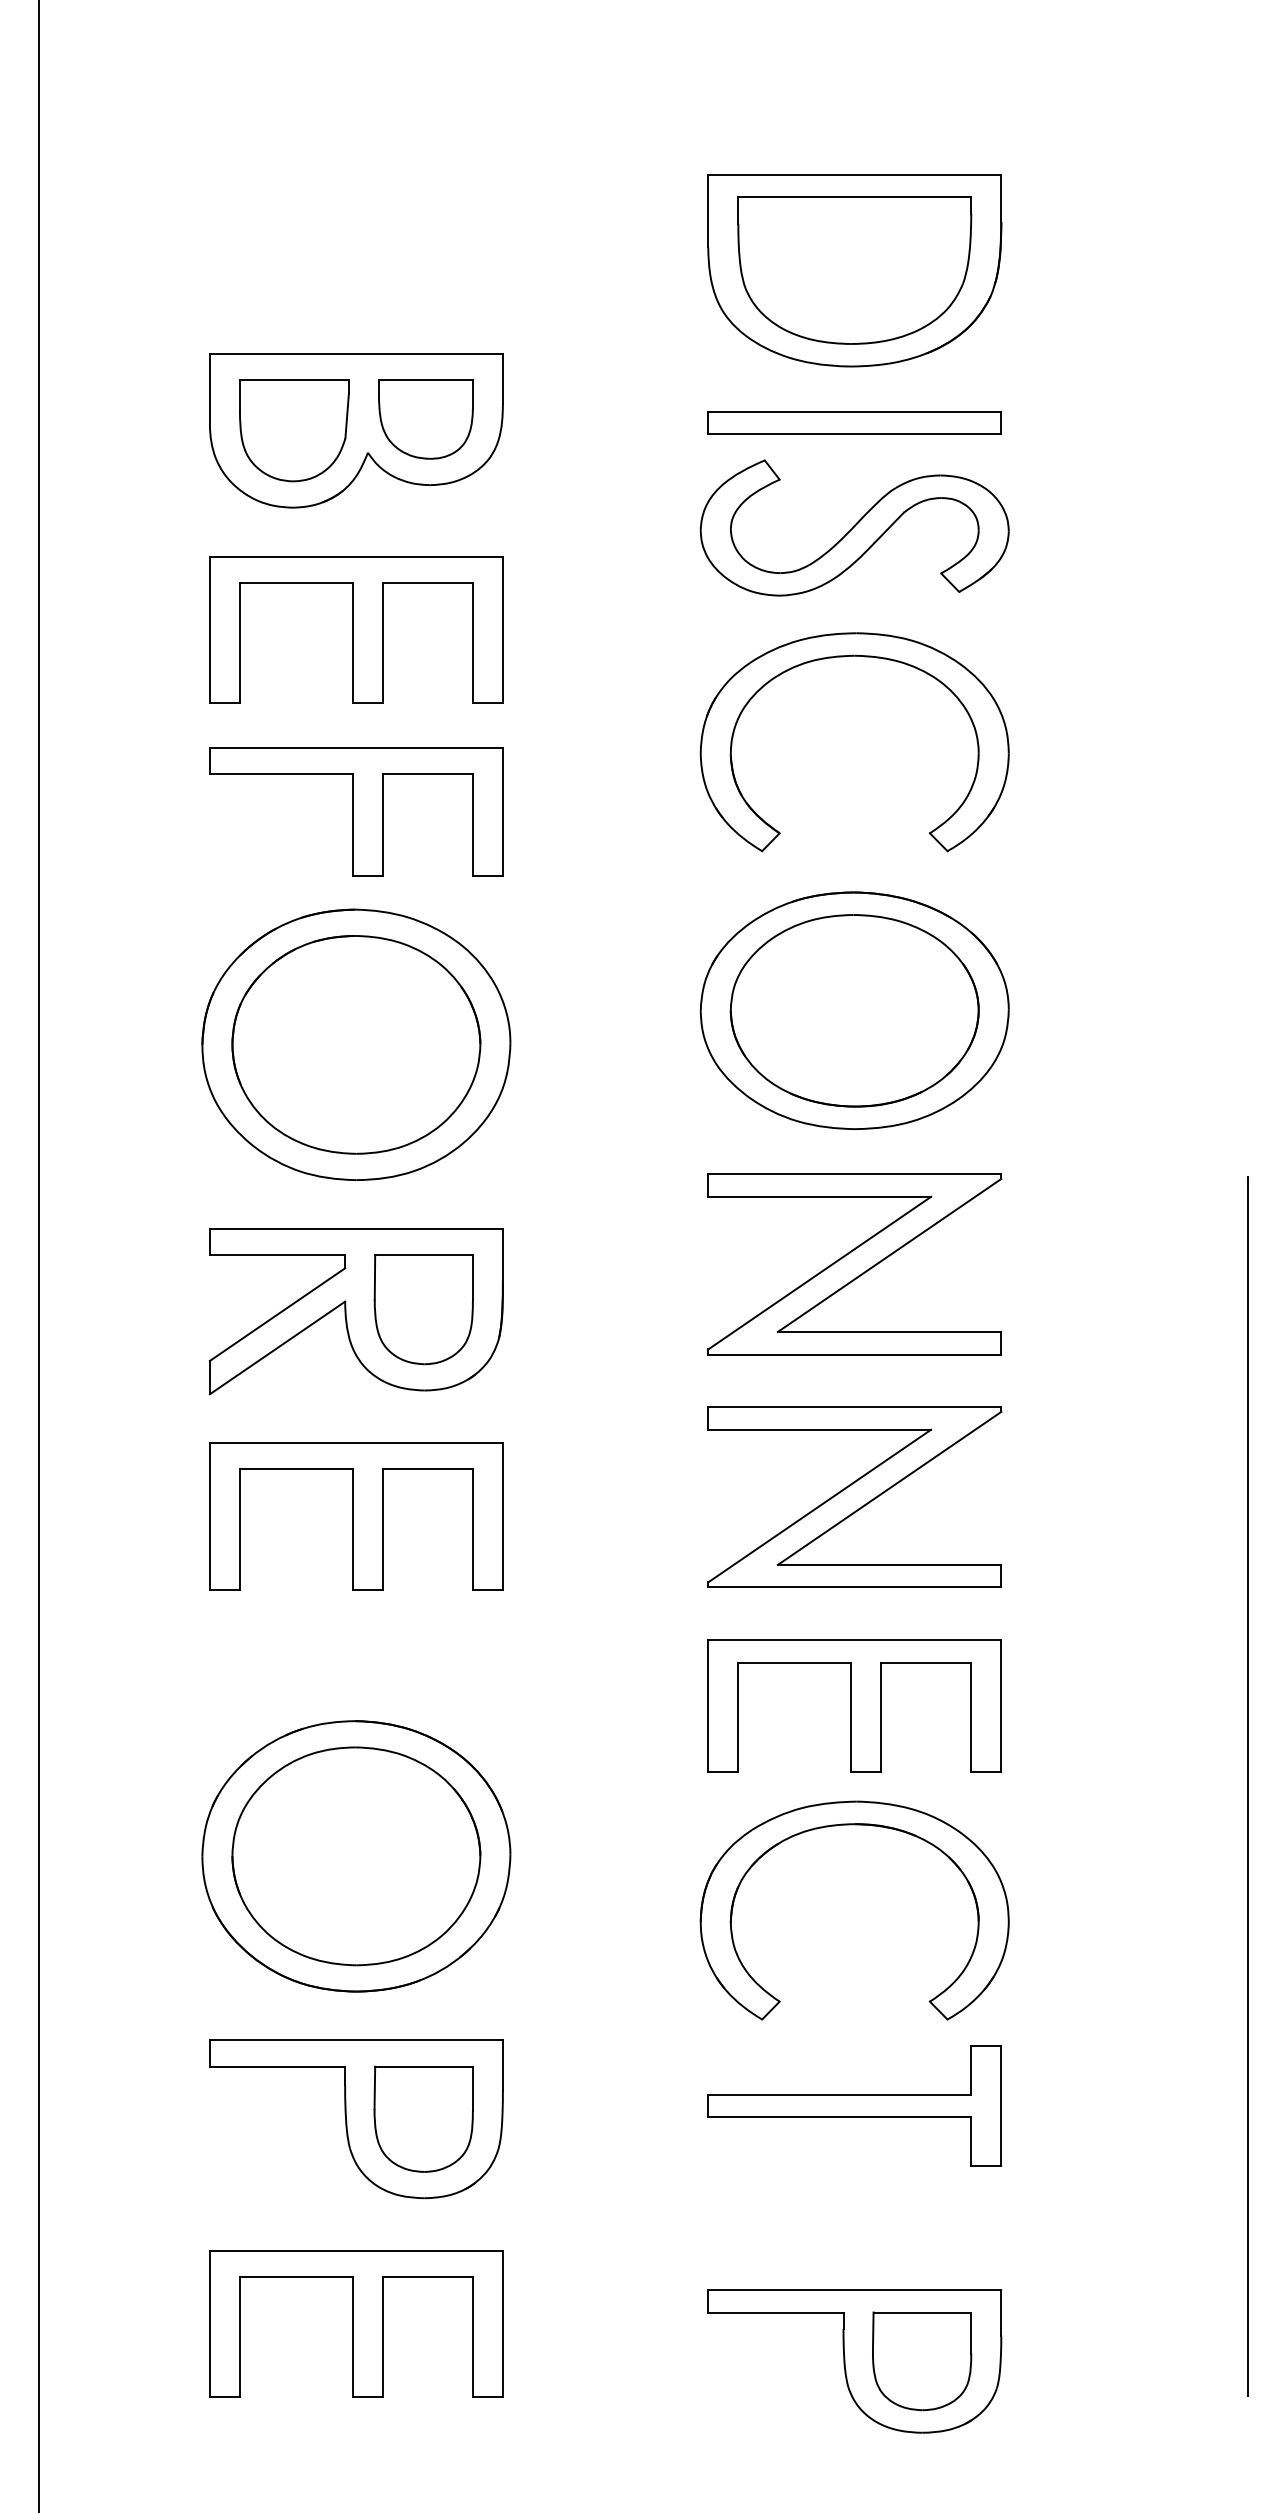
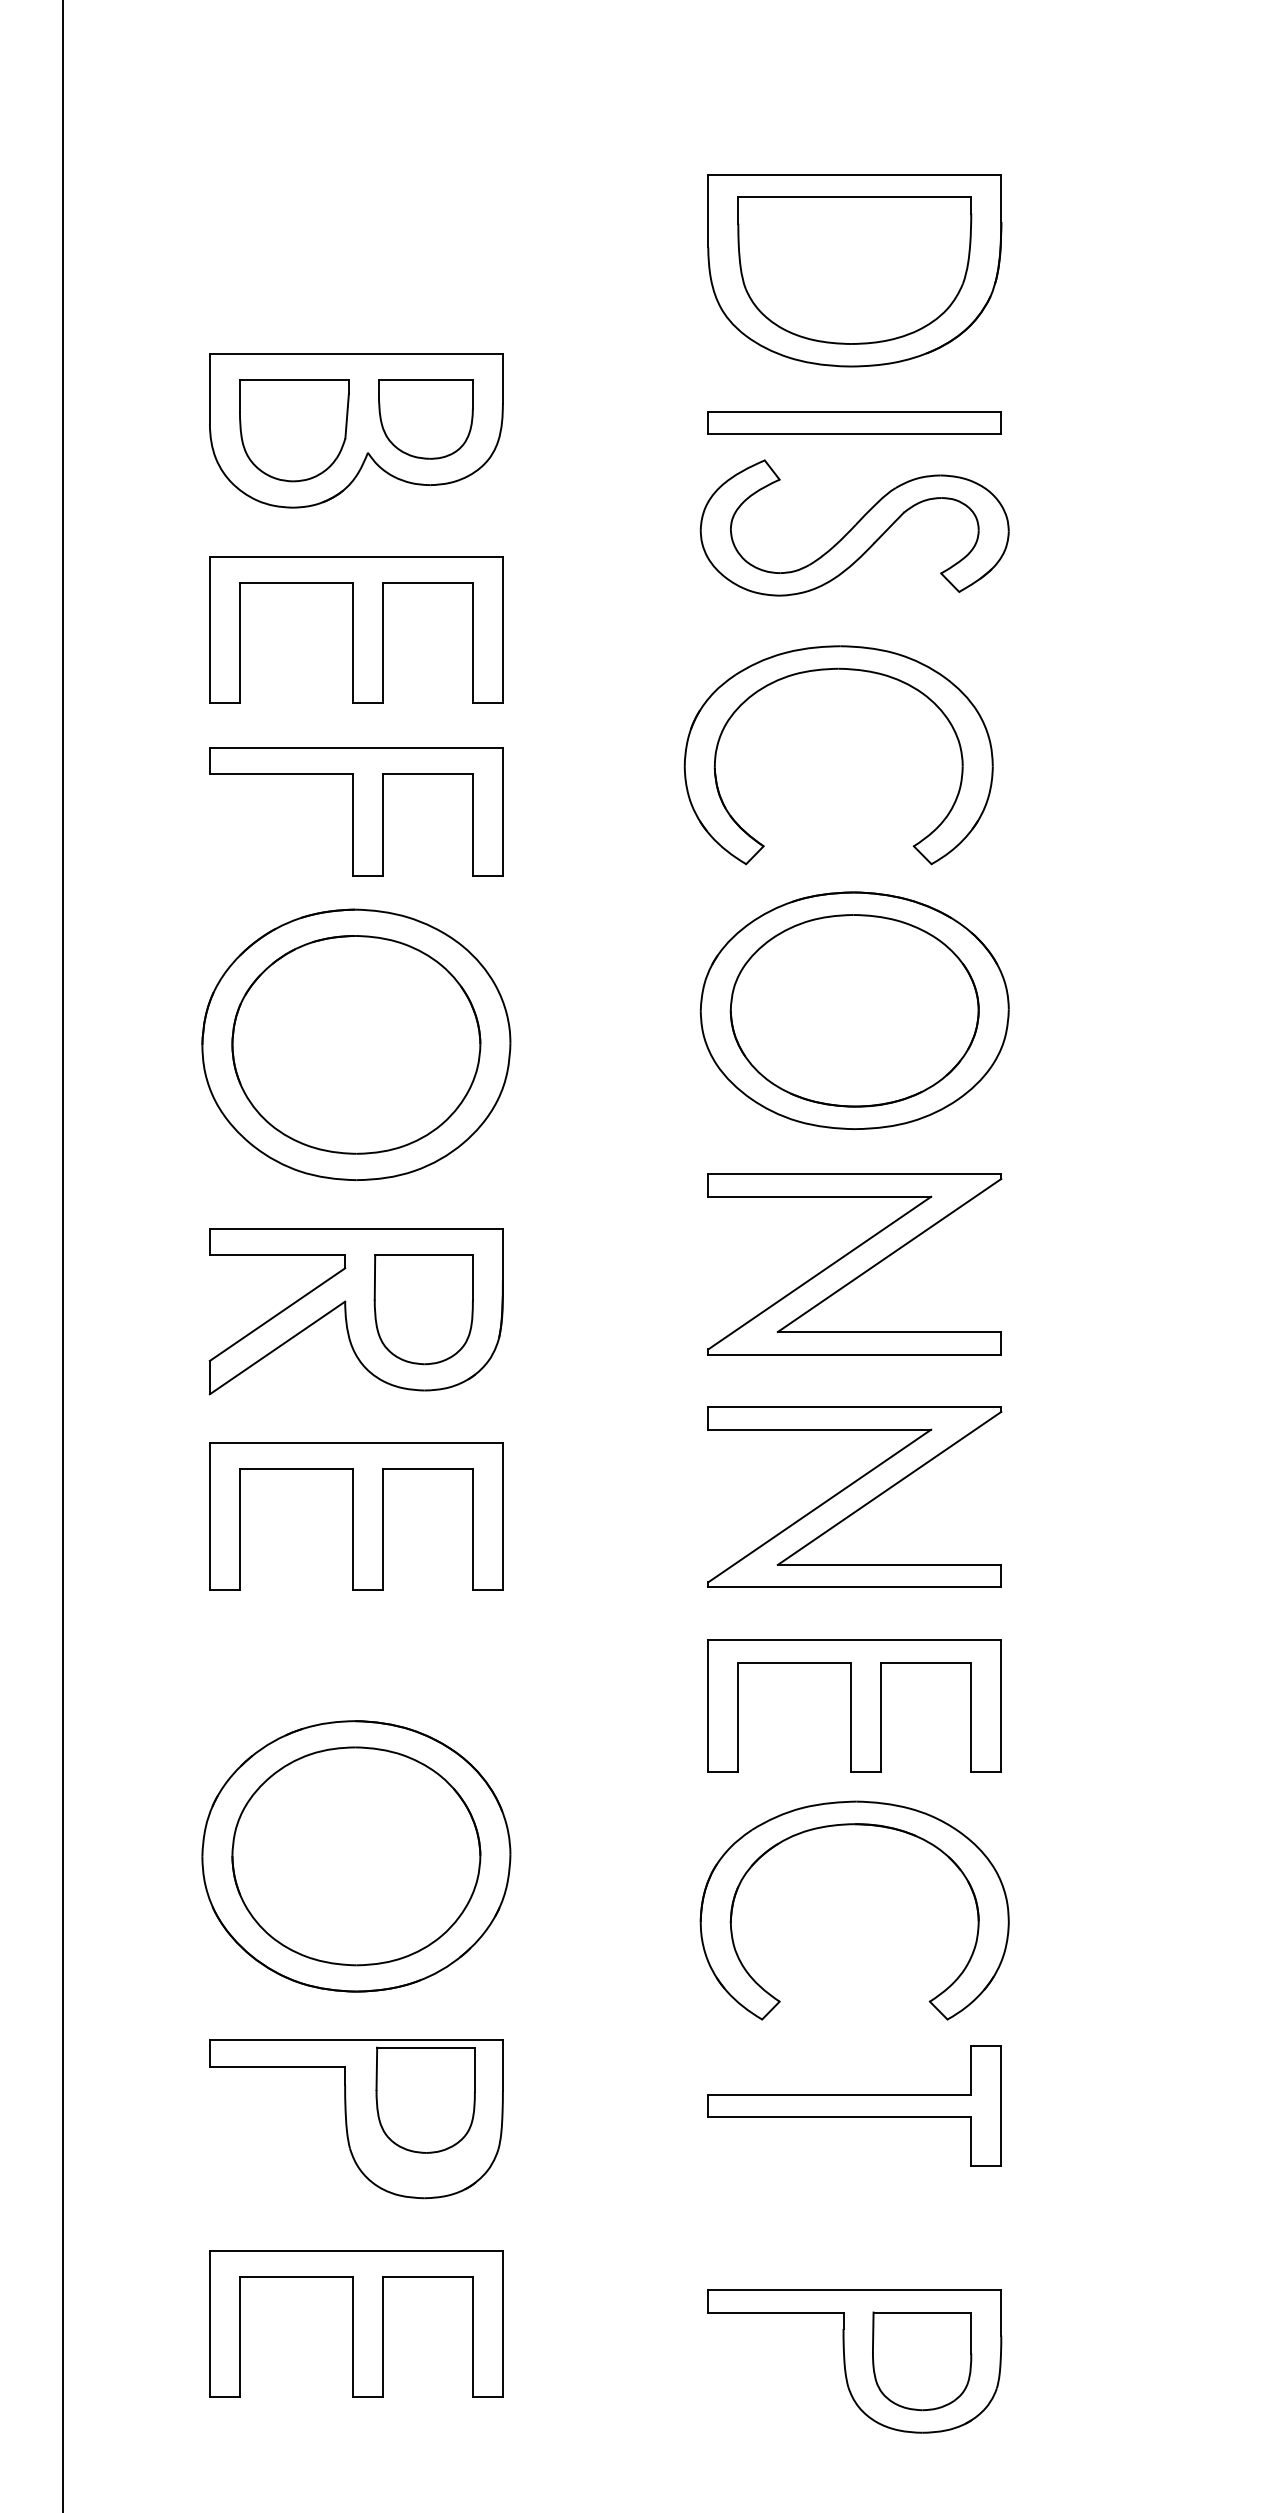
part at (844, 657) position: (844, 657) -> (828, 670)
line at (38, 1255) position: (38, 1255) -> (62, 1255)
line at (1248, 1786): present -> none
part at (423, 2118) position: (423, 2118) -> (425, 2099)
